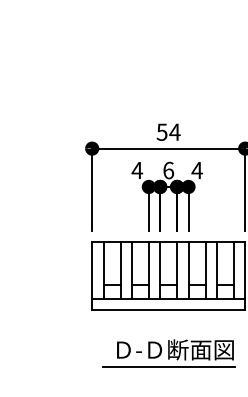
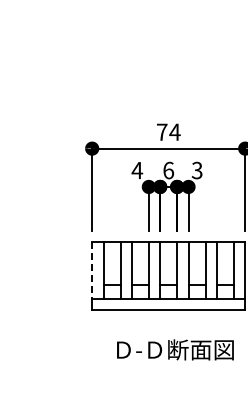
text at (161, 131): 54 -> 74
text at (196, 170): 4 -> 3
line at (92, 271): solid -> dashed
line at (168, 367): present -> none
